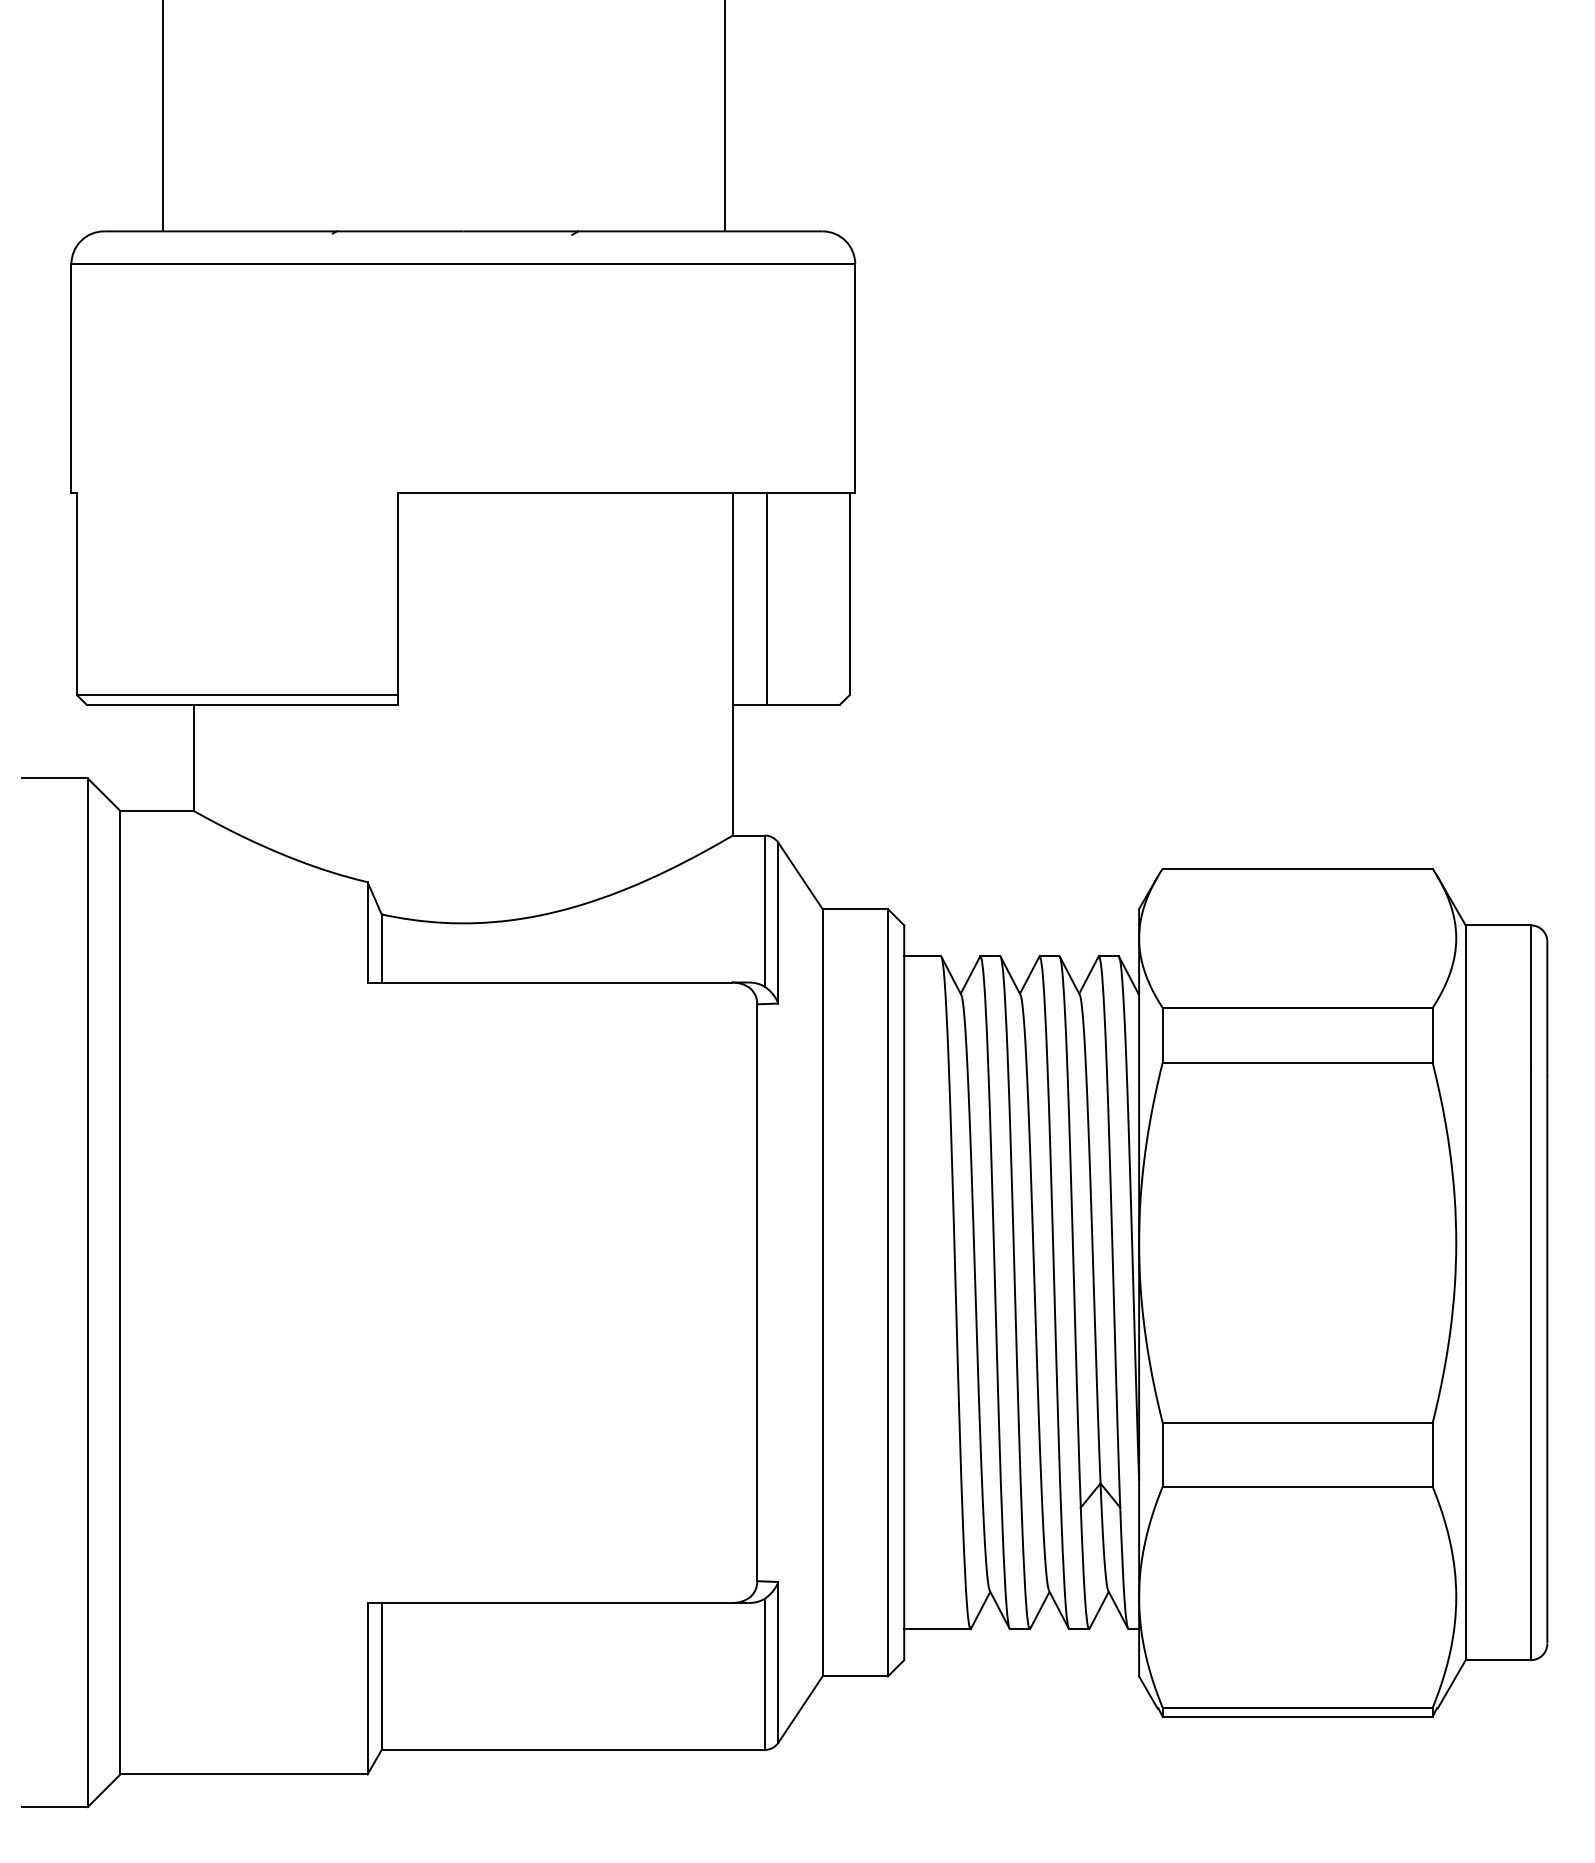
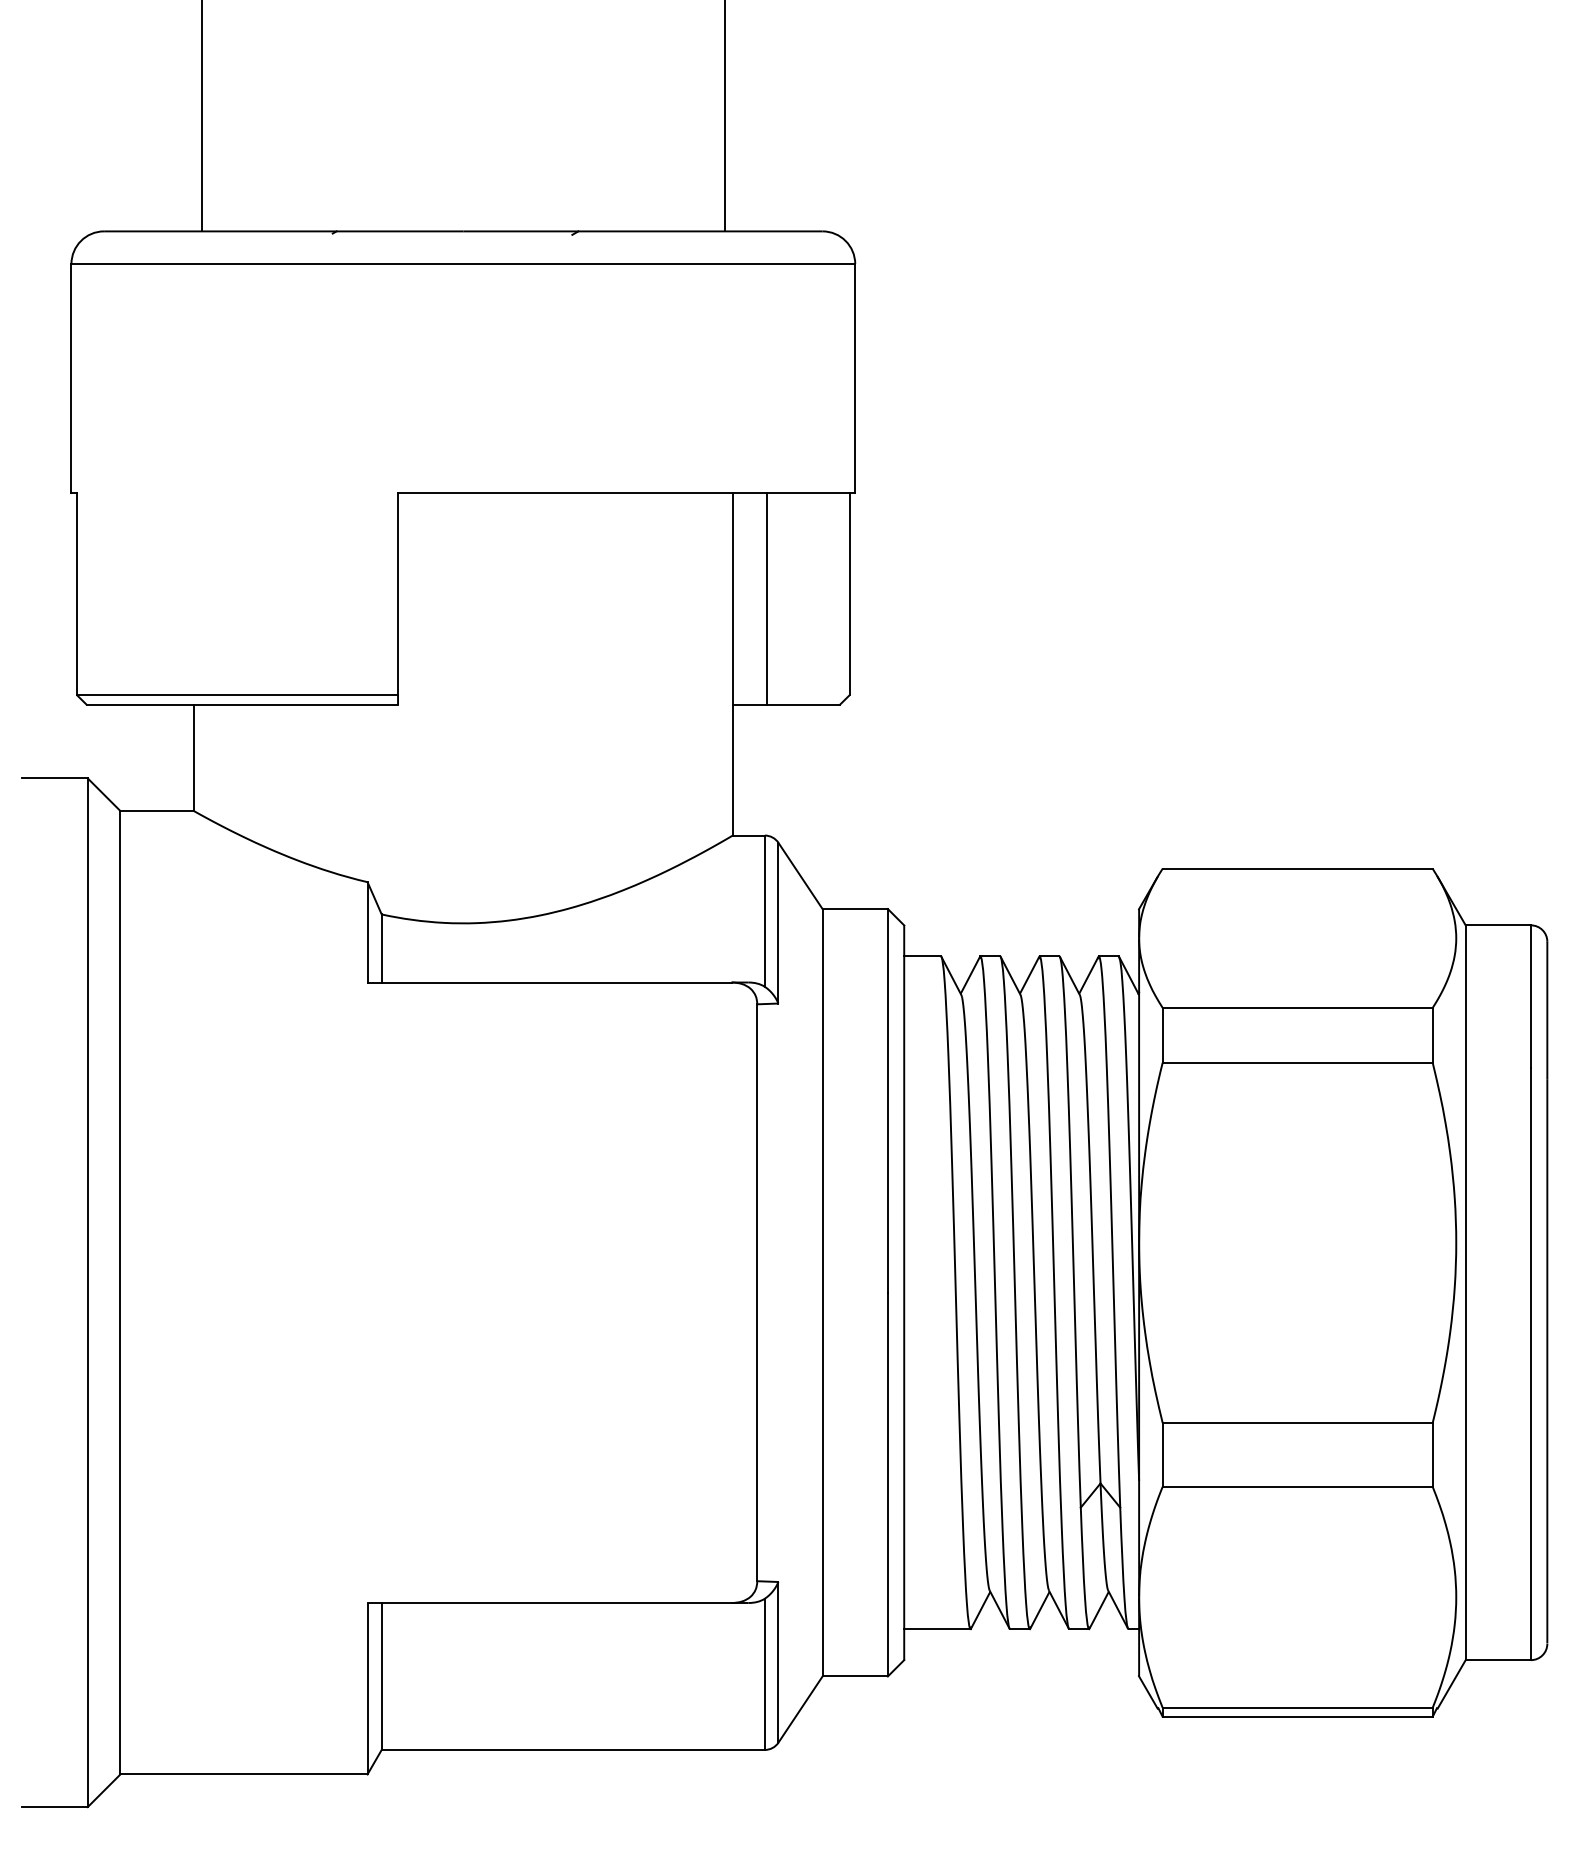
line at (163, 116) position: (163, 116) -> (202, 116)
